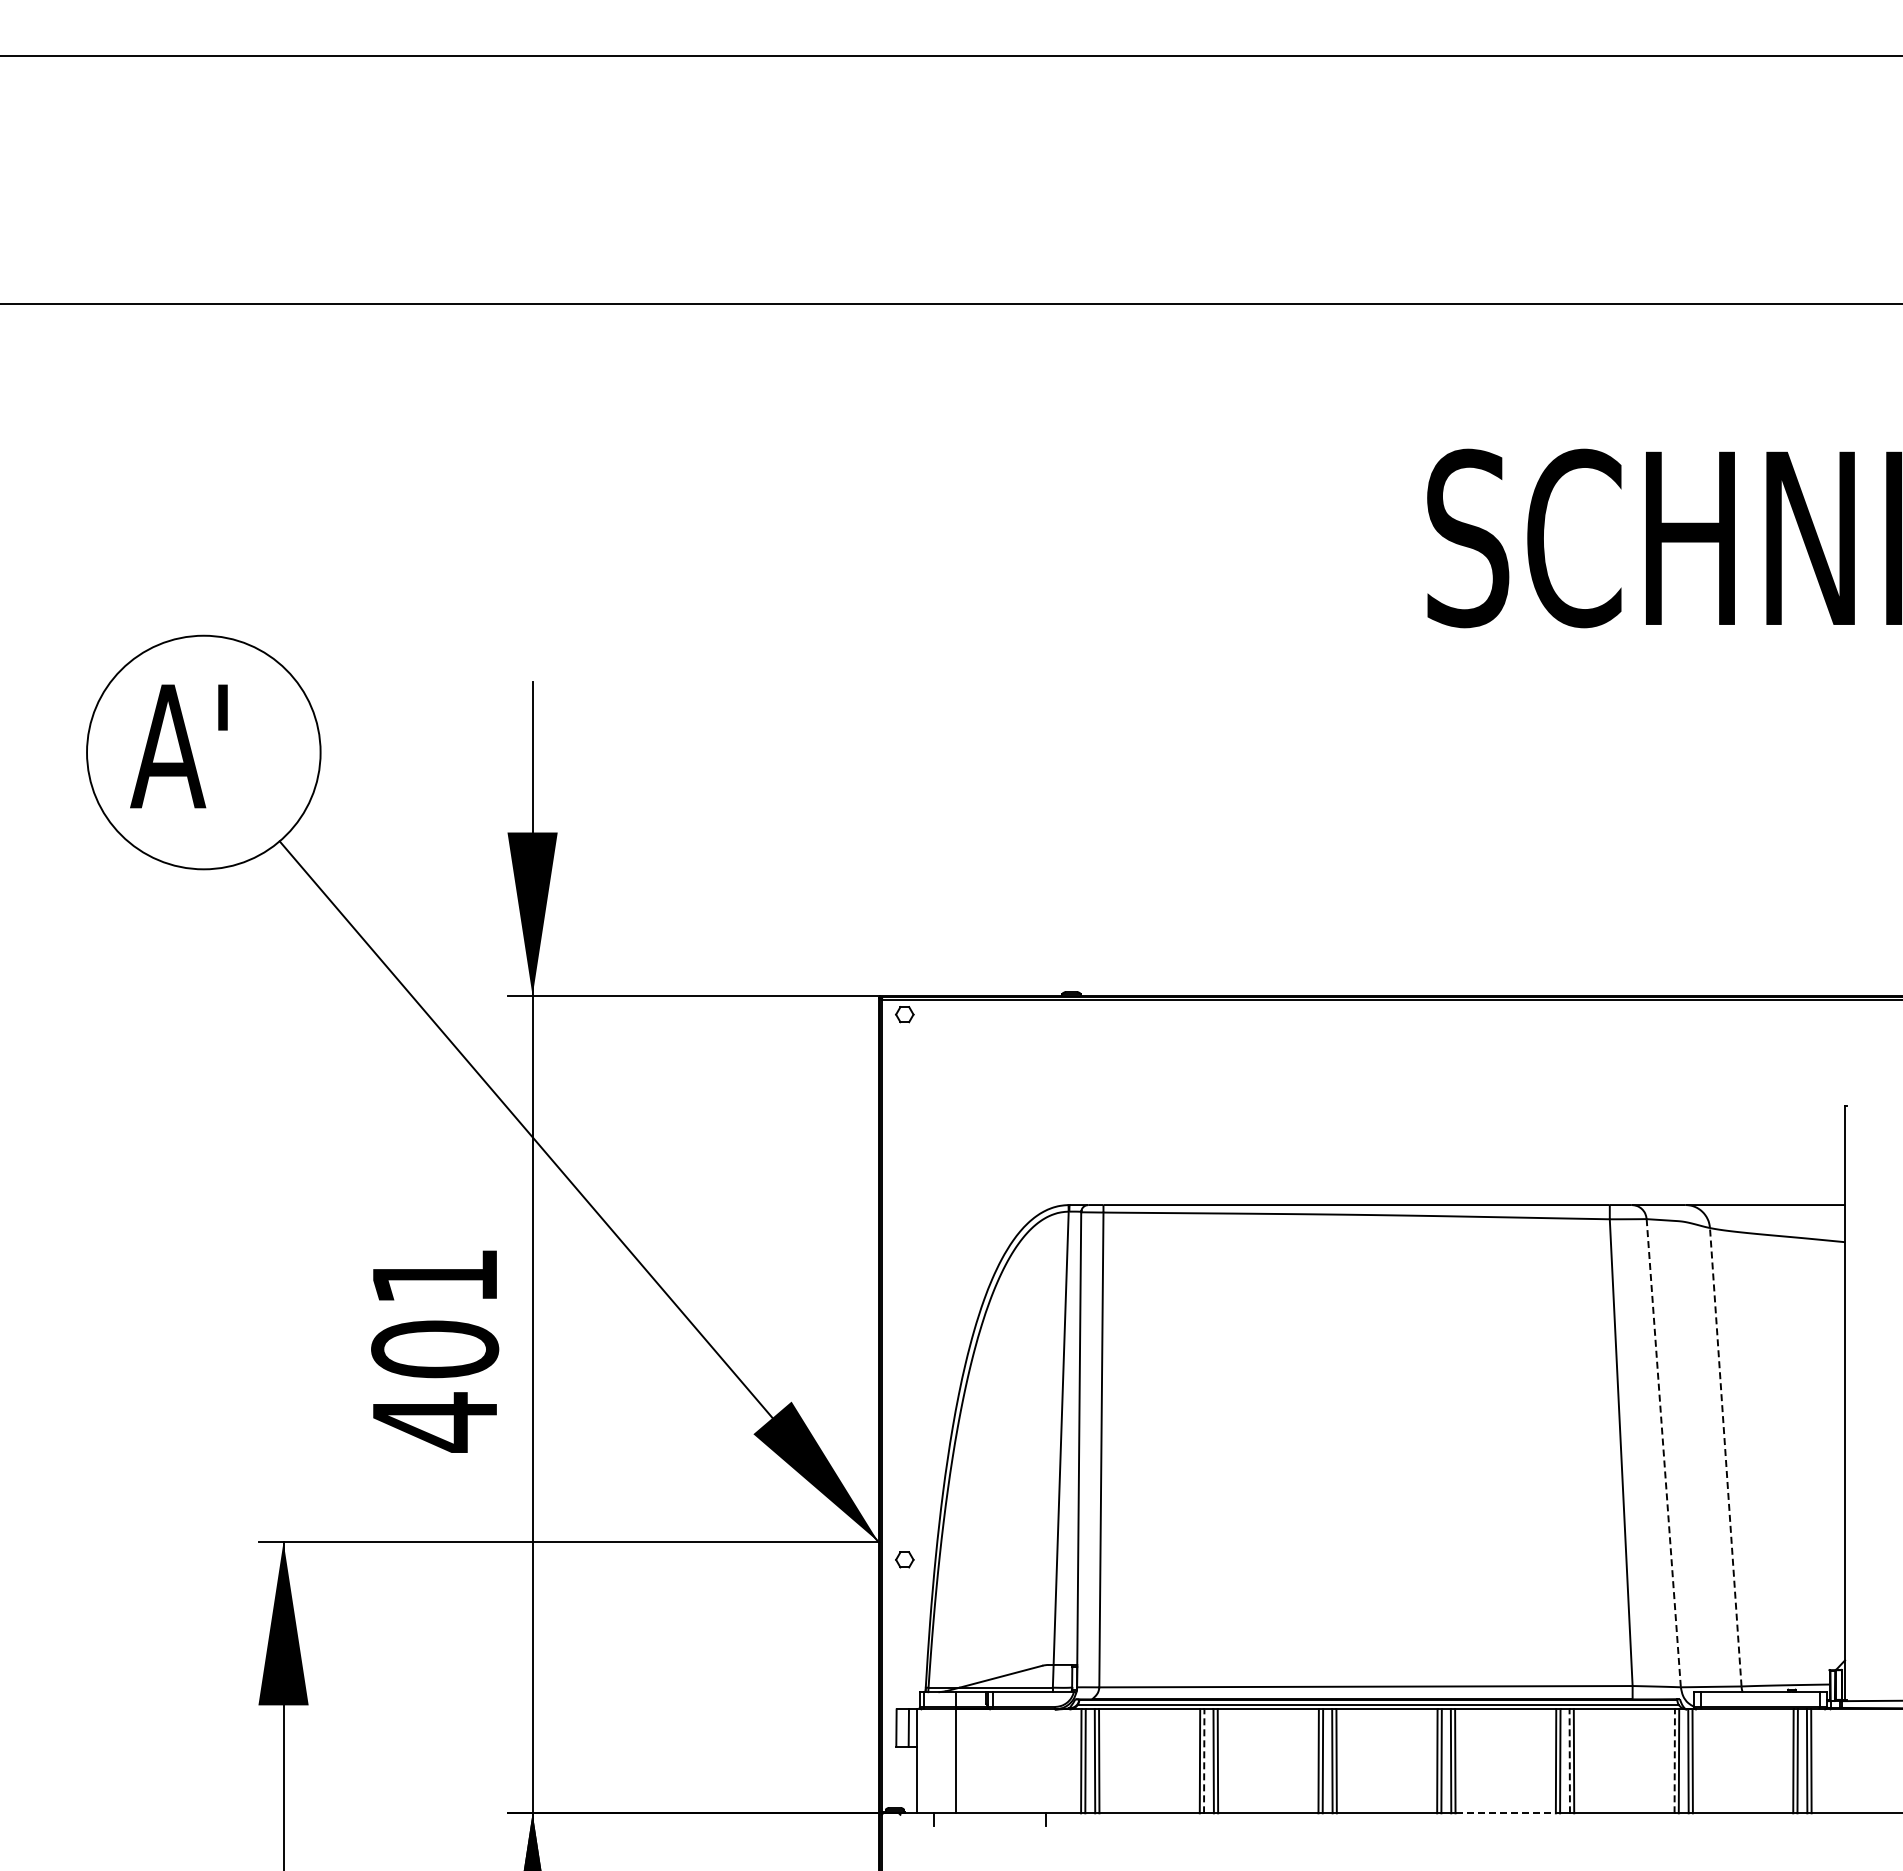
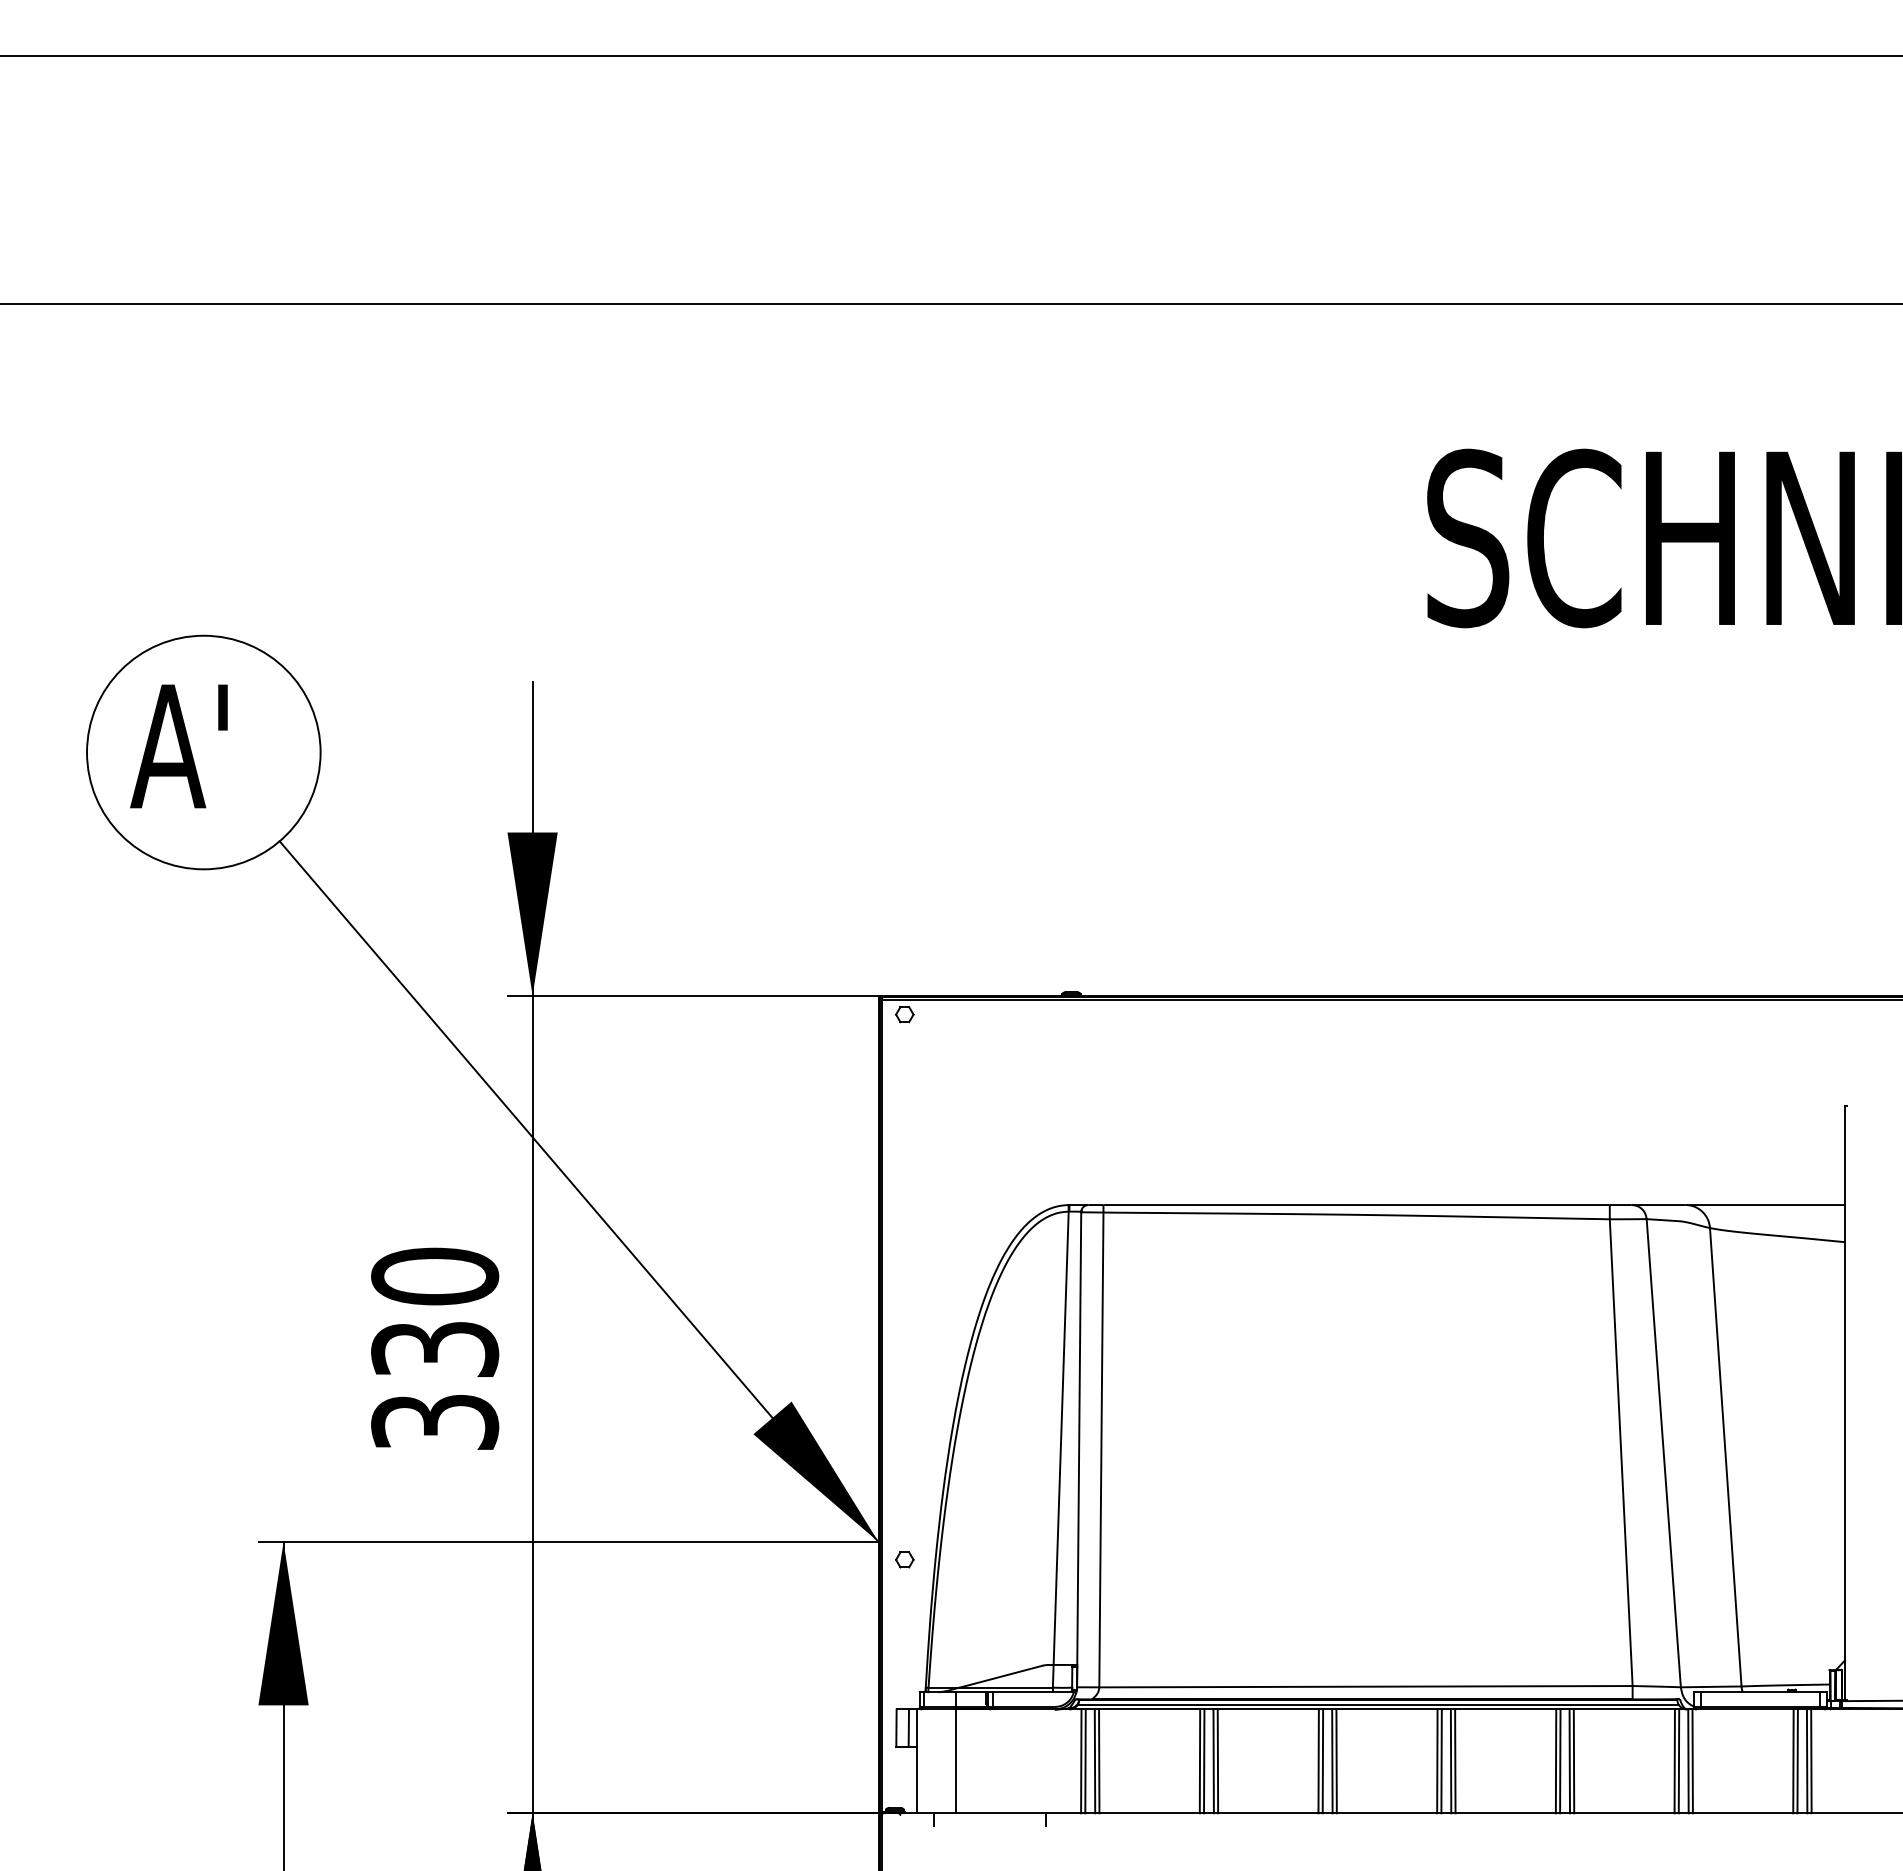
text at (435, 1349): 401 -> 330
line at (1663, 1453): dashed -> solid
line at (1725, 1457): dashed -> solid
line at (1204, 1761): dashed -> solid
line at (1569, 1761): dashed -> solid
line at (1674, 1761): dashed -> solid
line at (1506, 1813): dashed -> solid
